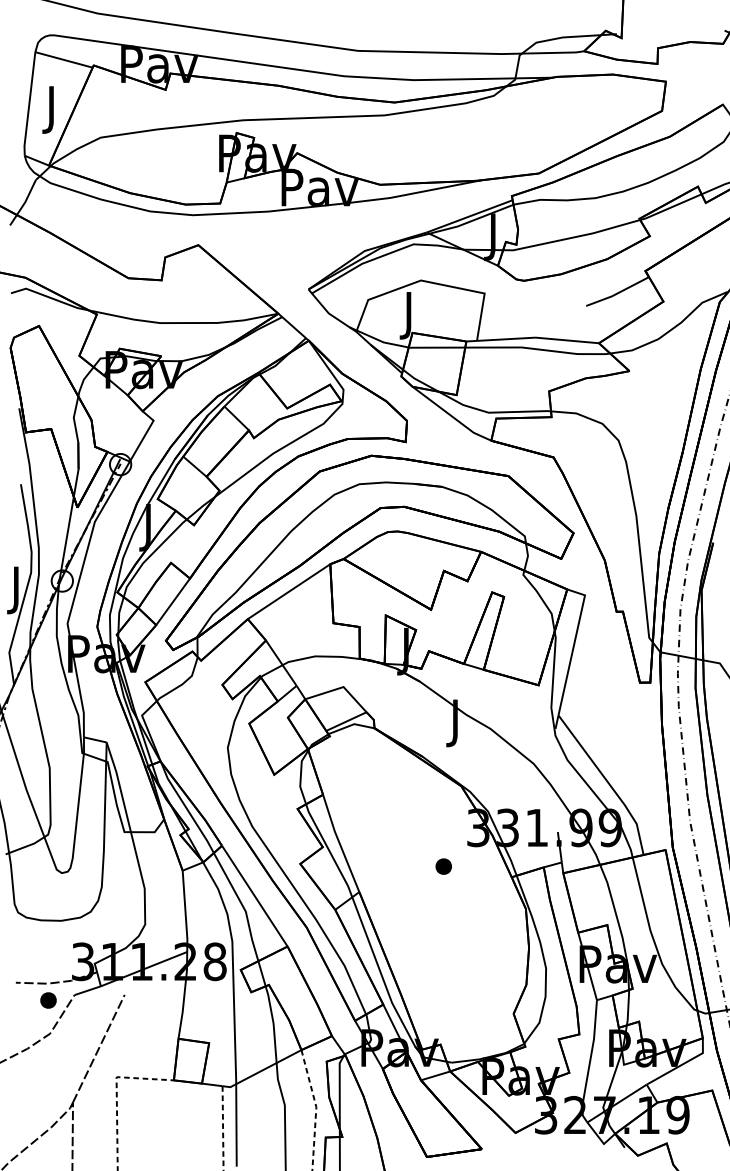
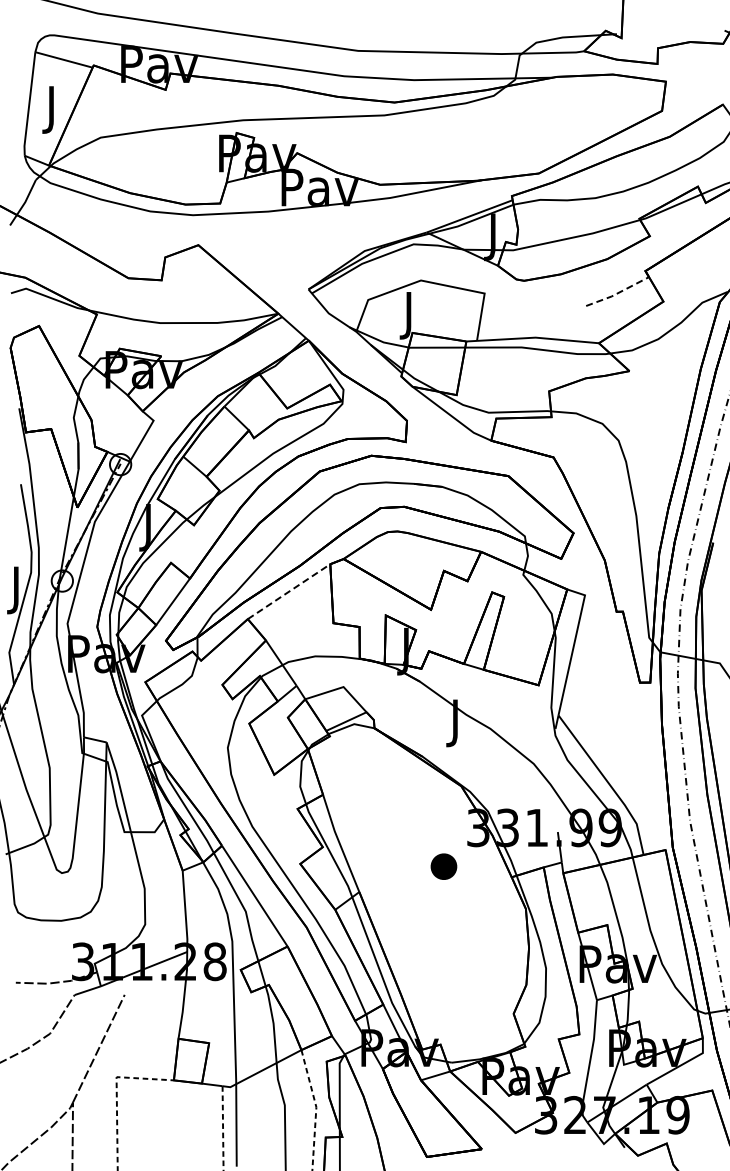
line at (618, 293): solid -> dashed
line at (289, 591): solid -> dashed
part at (443, 866) size: 17x17 px -> 28x27 px
part at (48, 1000): present -> none
